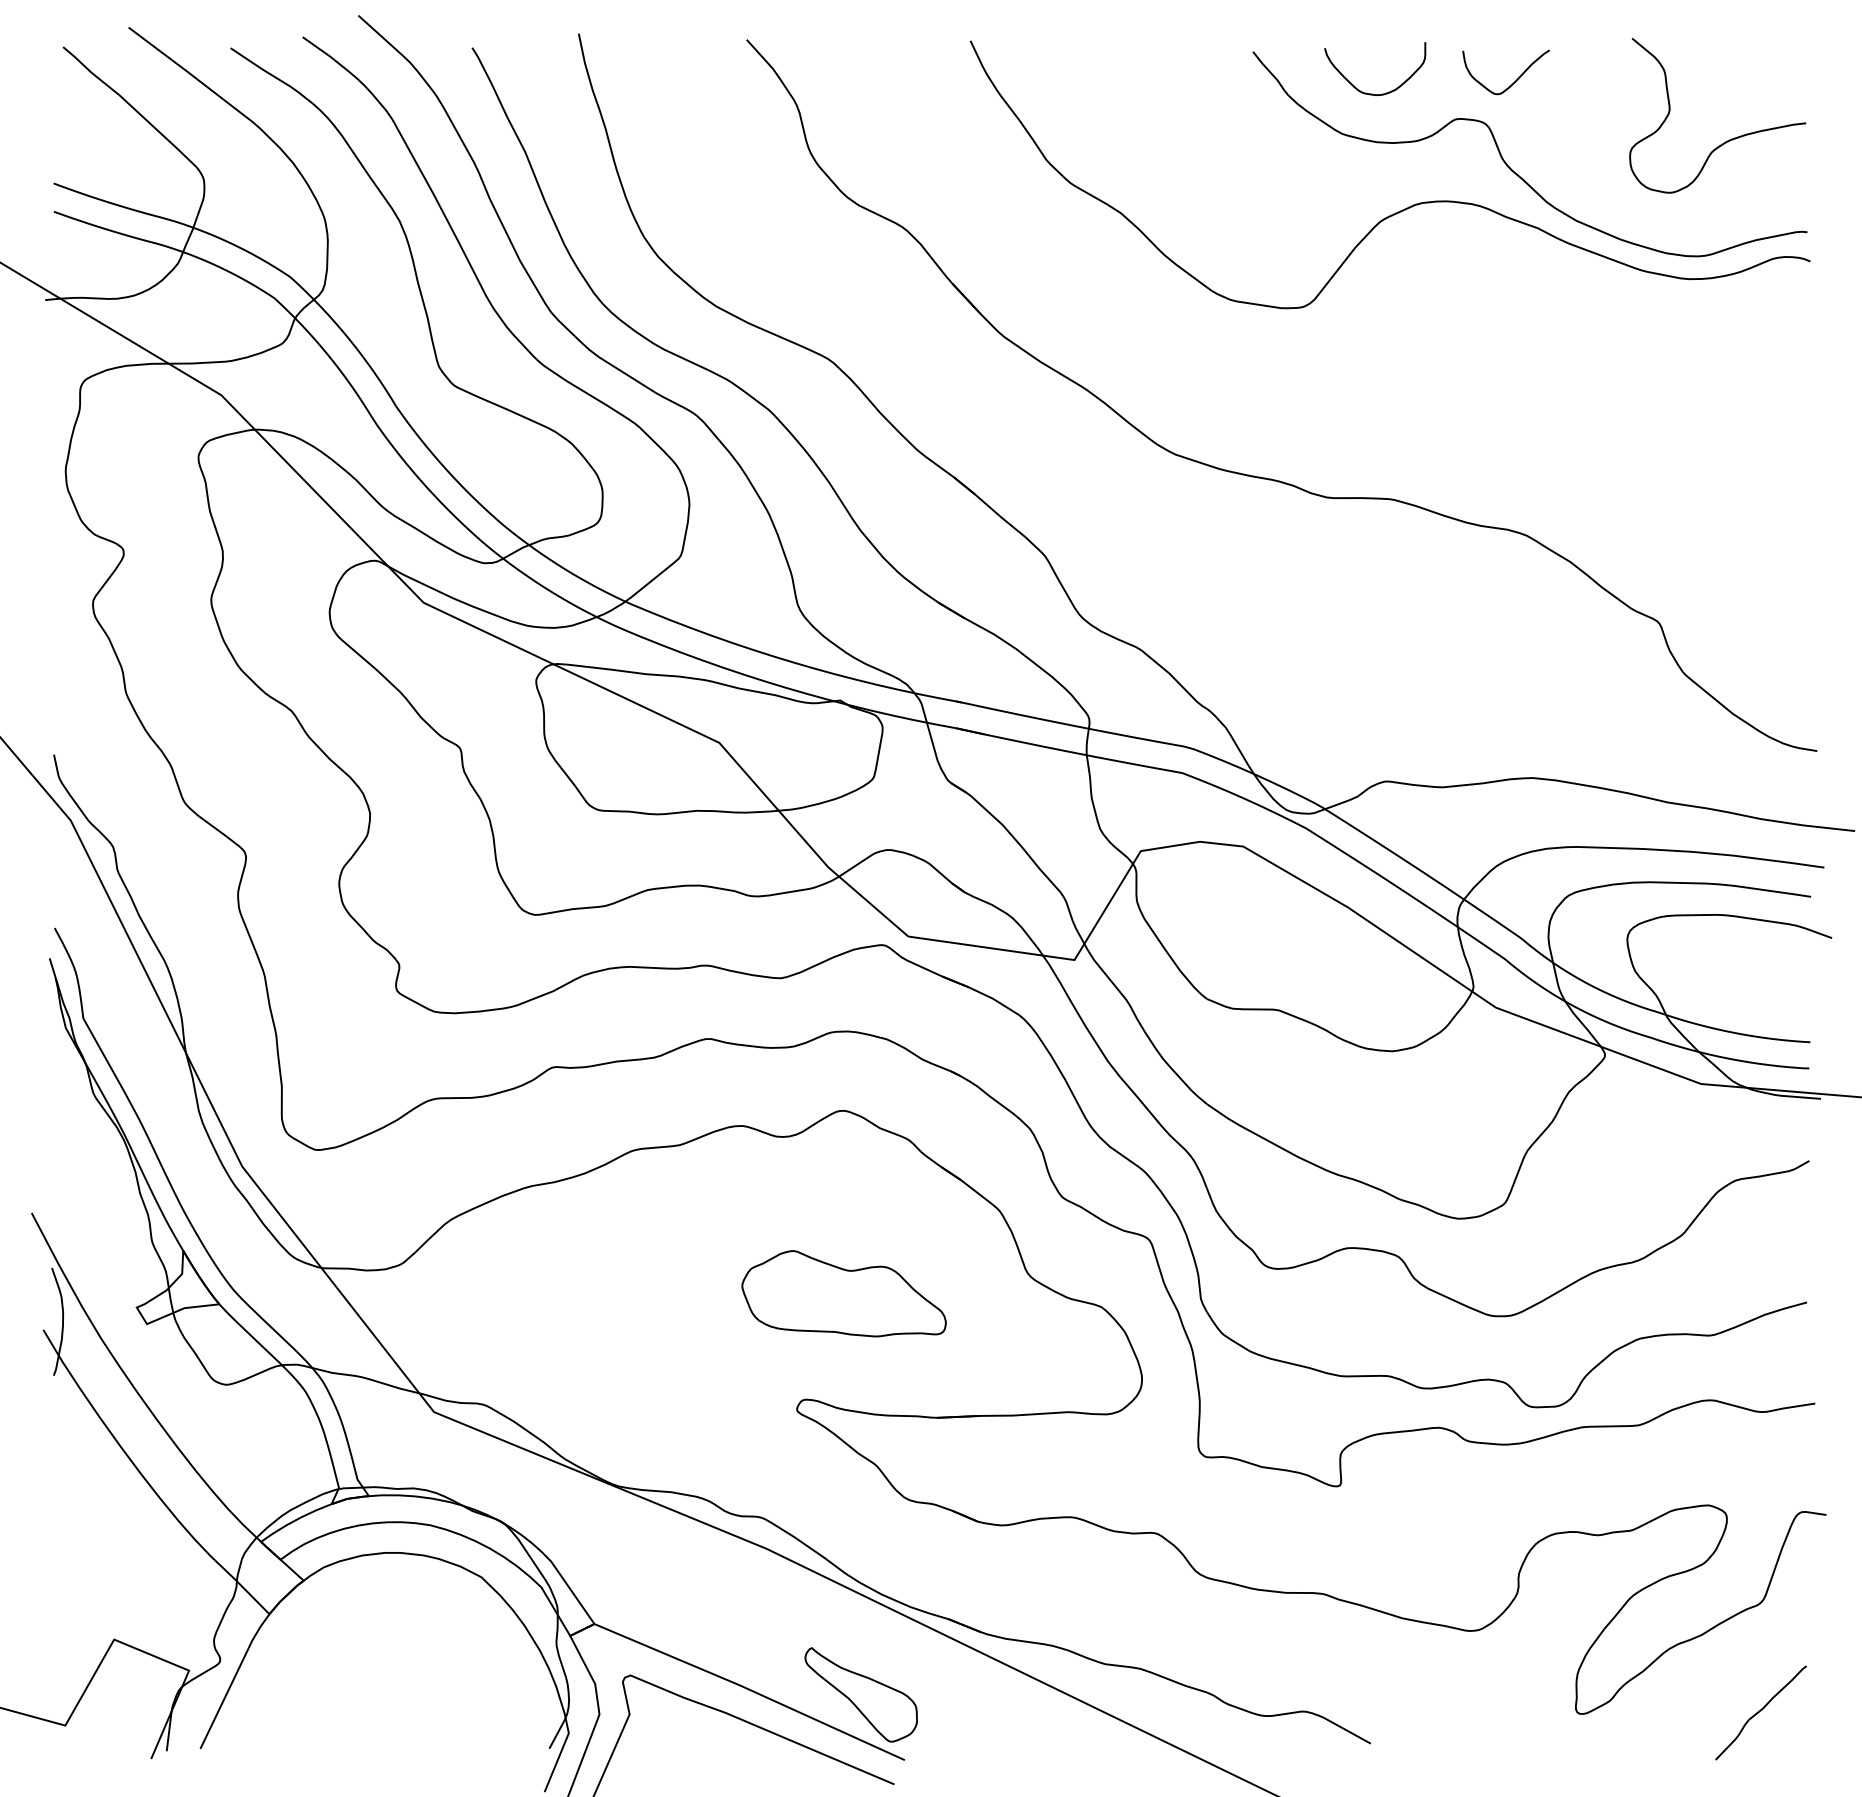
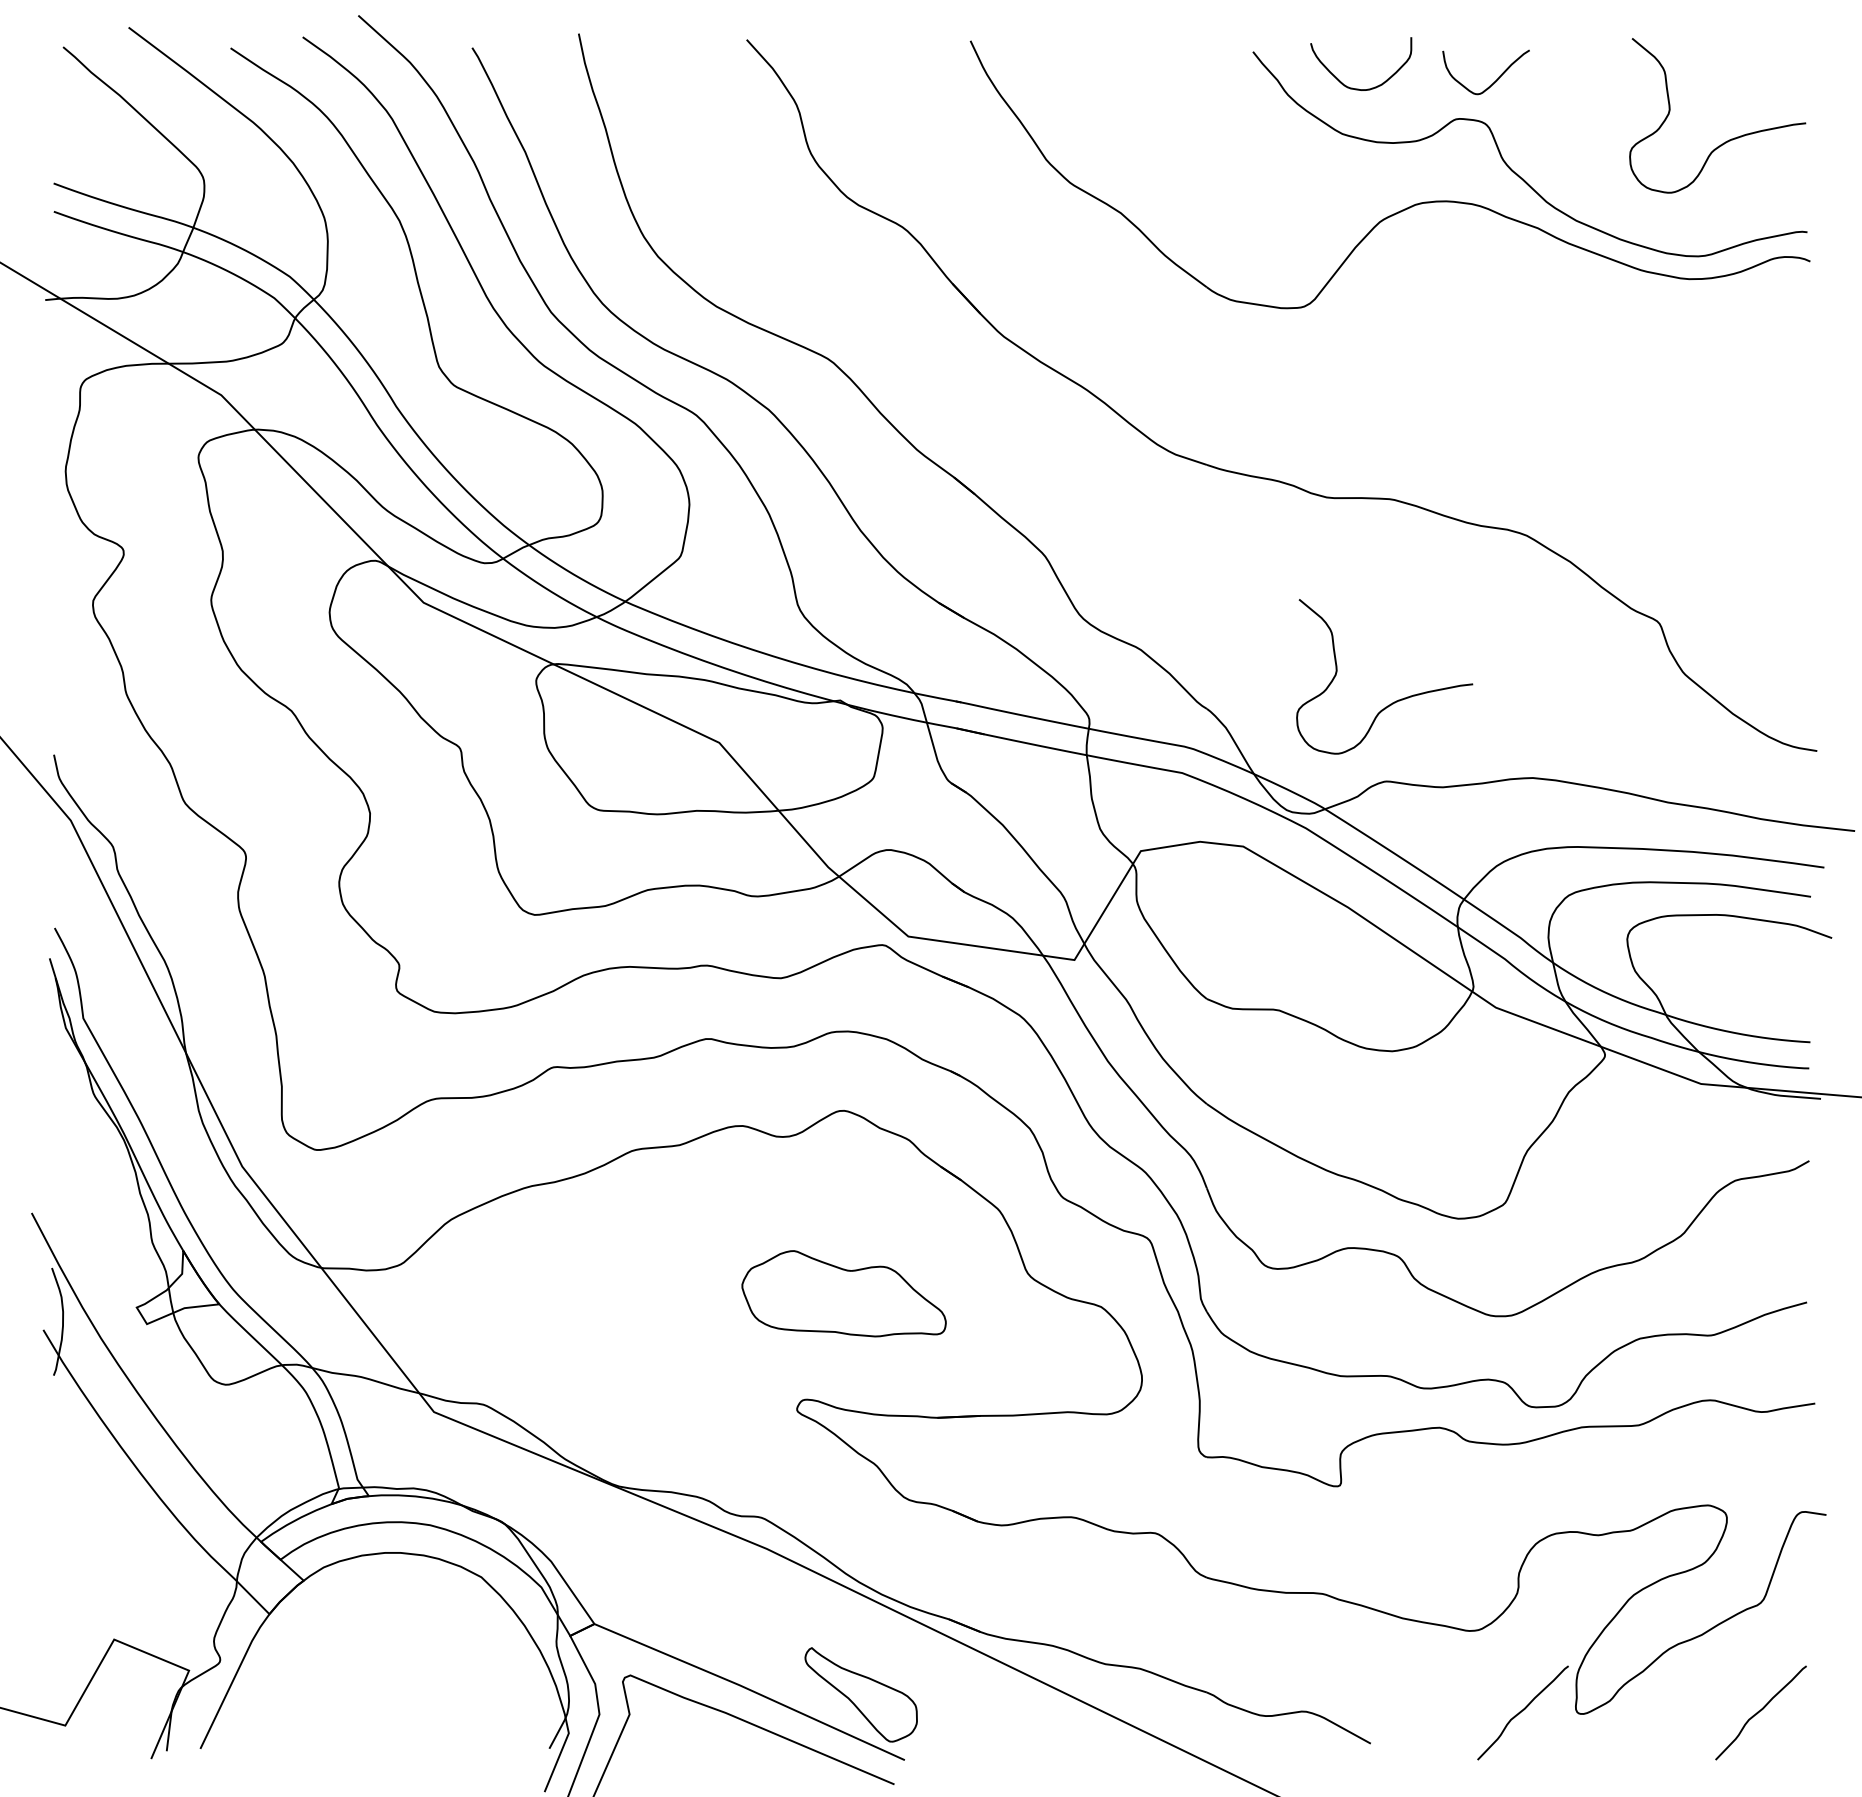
curve at (1514, 81) position: (1514, 81) -> (1494, 81)
curve at (1372, 93) position: (1372, 93) -> (1358, 88)
curve at (1396, 700): none -> present
curve at (1522, 1711): none -> present
